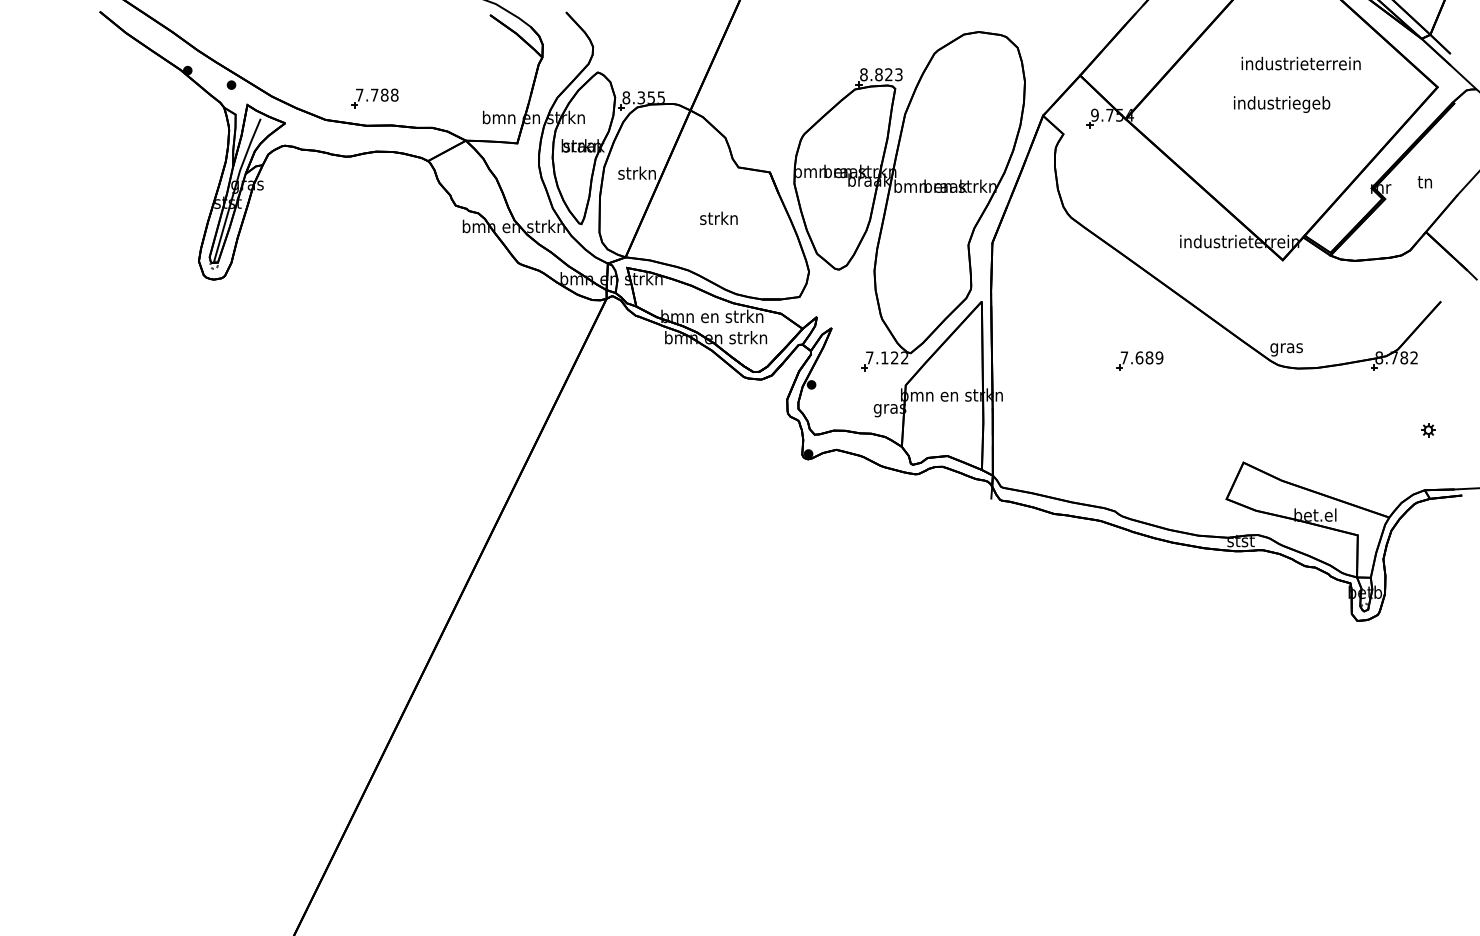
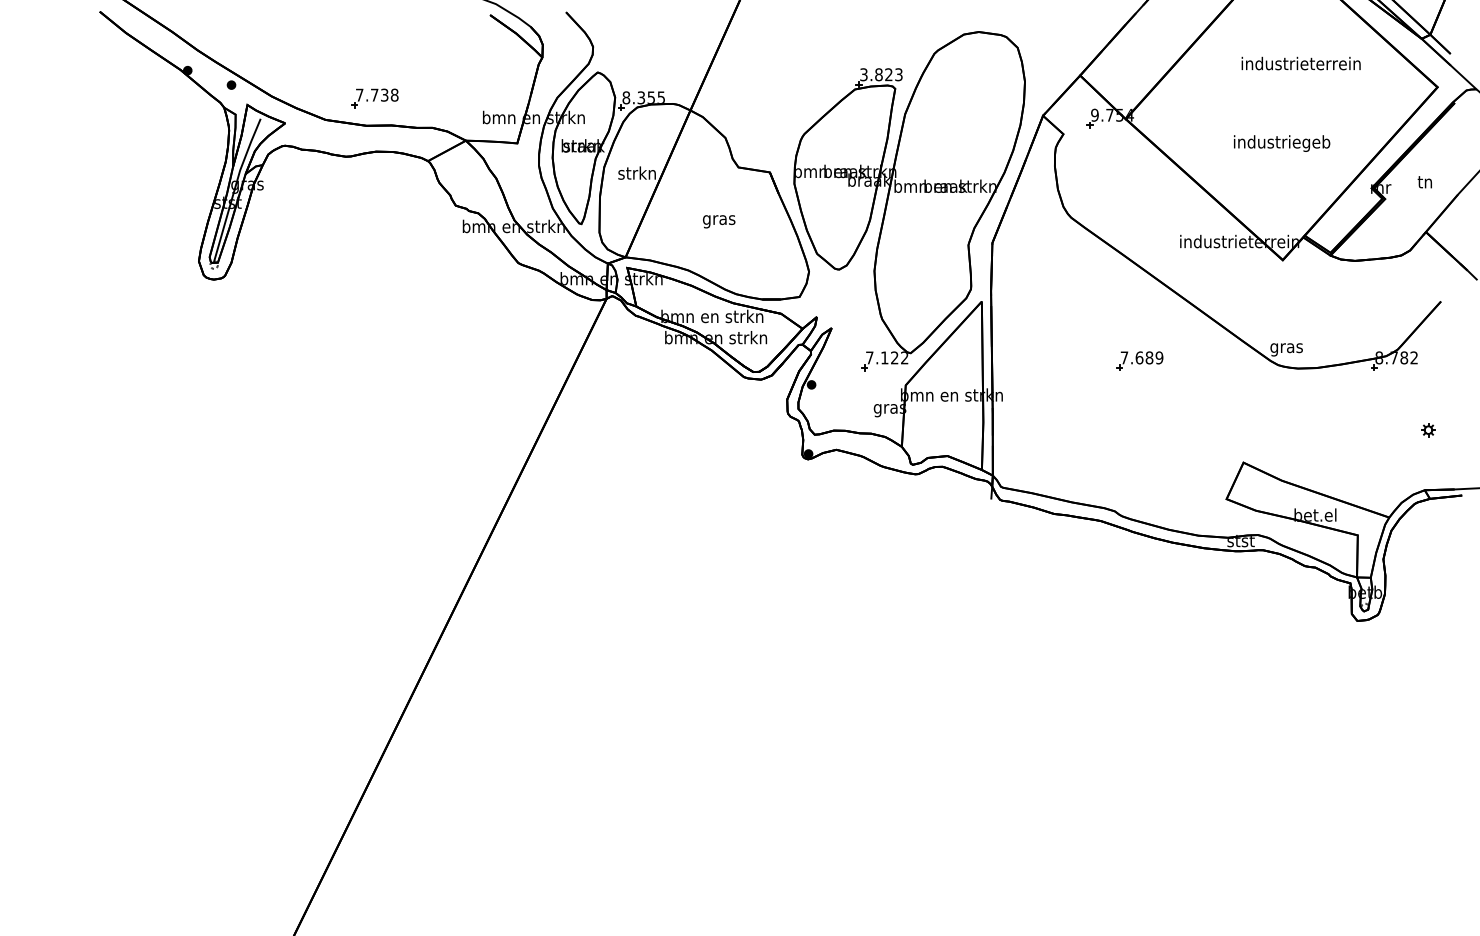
text at (863, 74): 8.823 -> 3.823
text at (384, 94): 7.788 -> 7.738
text at (1282, 104) position: (1282, 104) -> (1282, 143)
text at (718, 219): strkn -> gras
